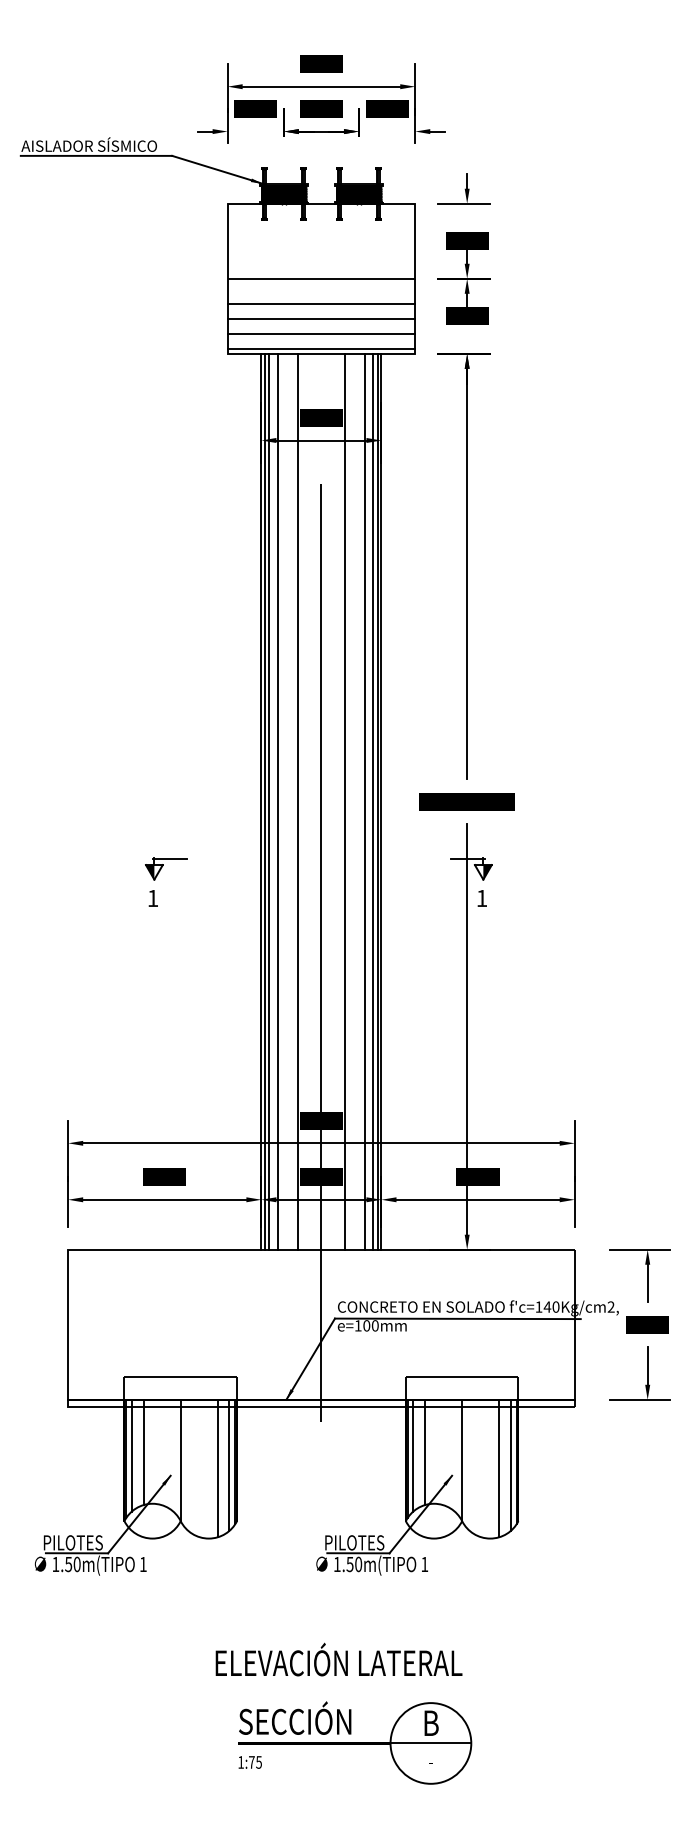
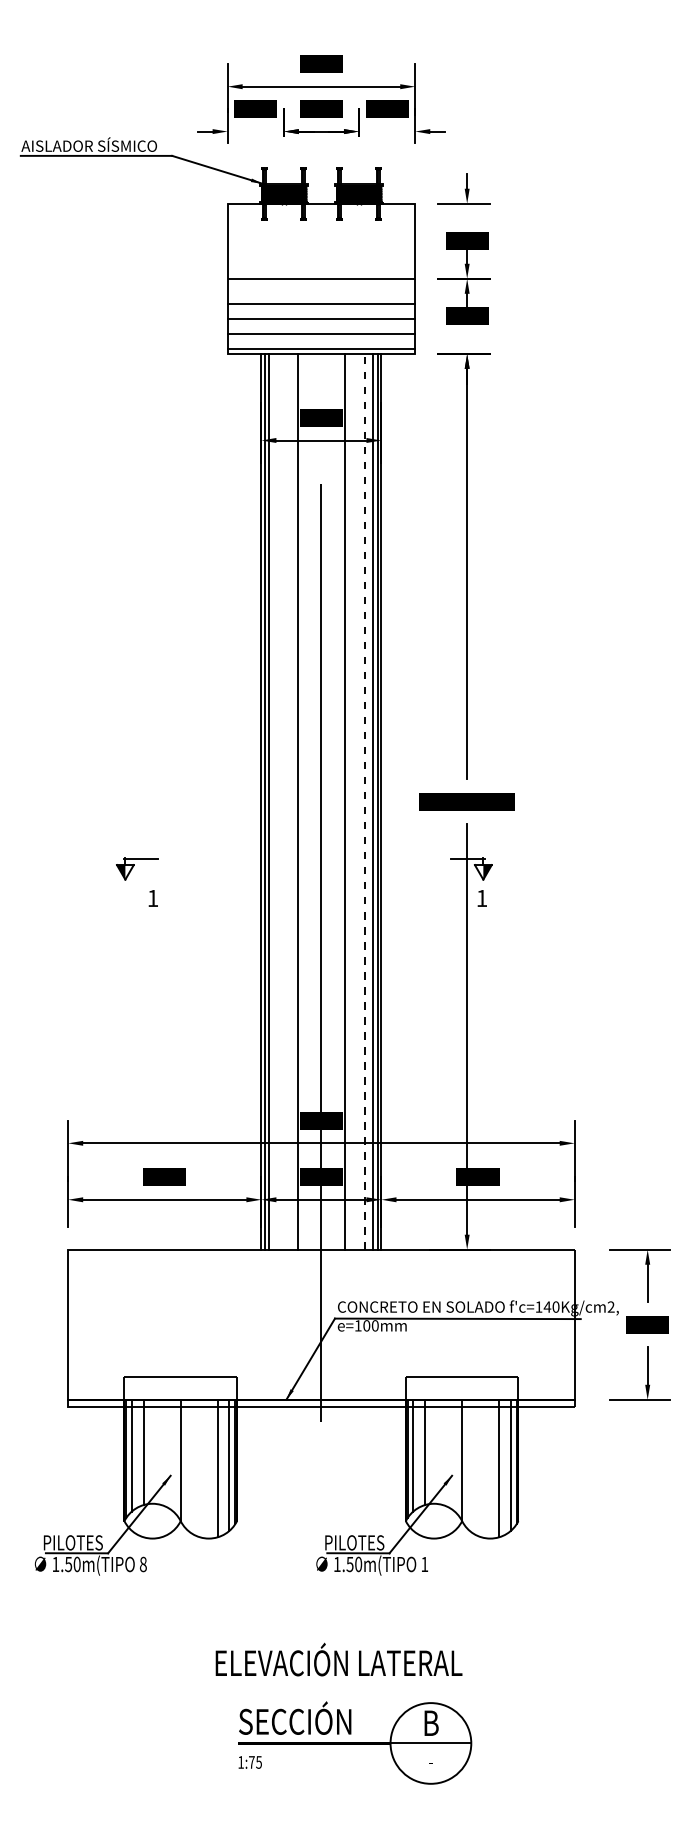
line at (277, 801): present -> none
line at (364, 801): solid -> dashed
part at (166, 868) position: (166, 868) -> (137, 868)
text at (142, 1564): 1 -> 8
